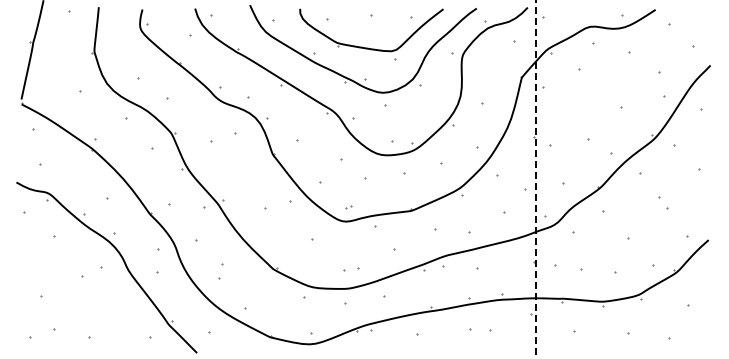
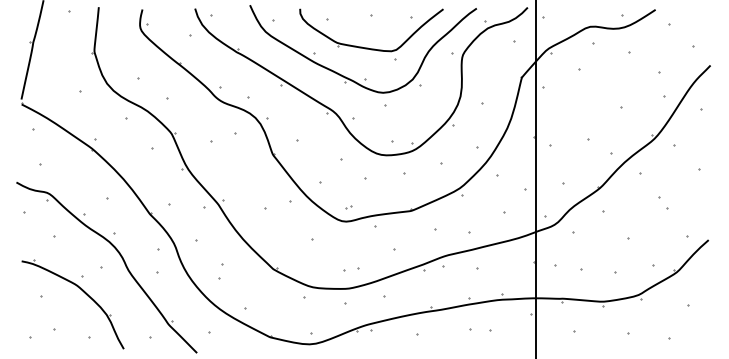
line at (536, 179): dashed -> solid
part at (83, 292): none -> present
